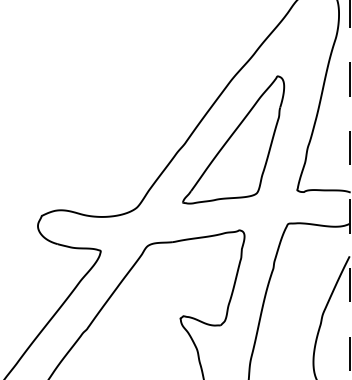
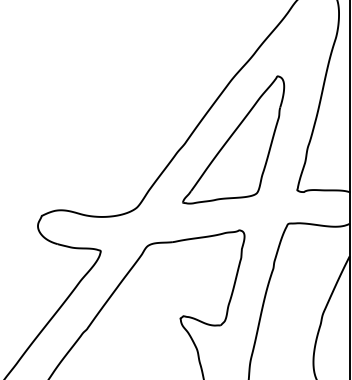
line at (349, 189): dashed -> solid
